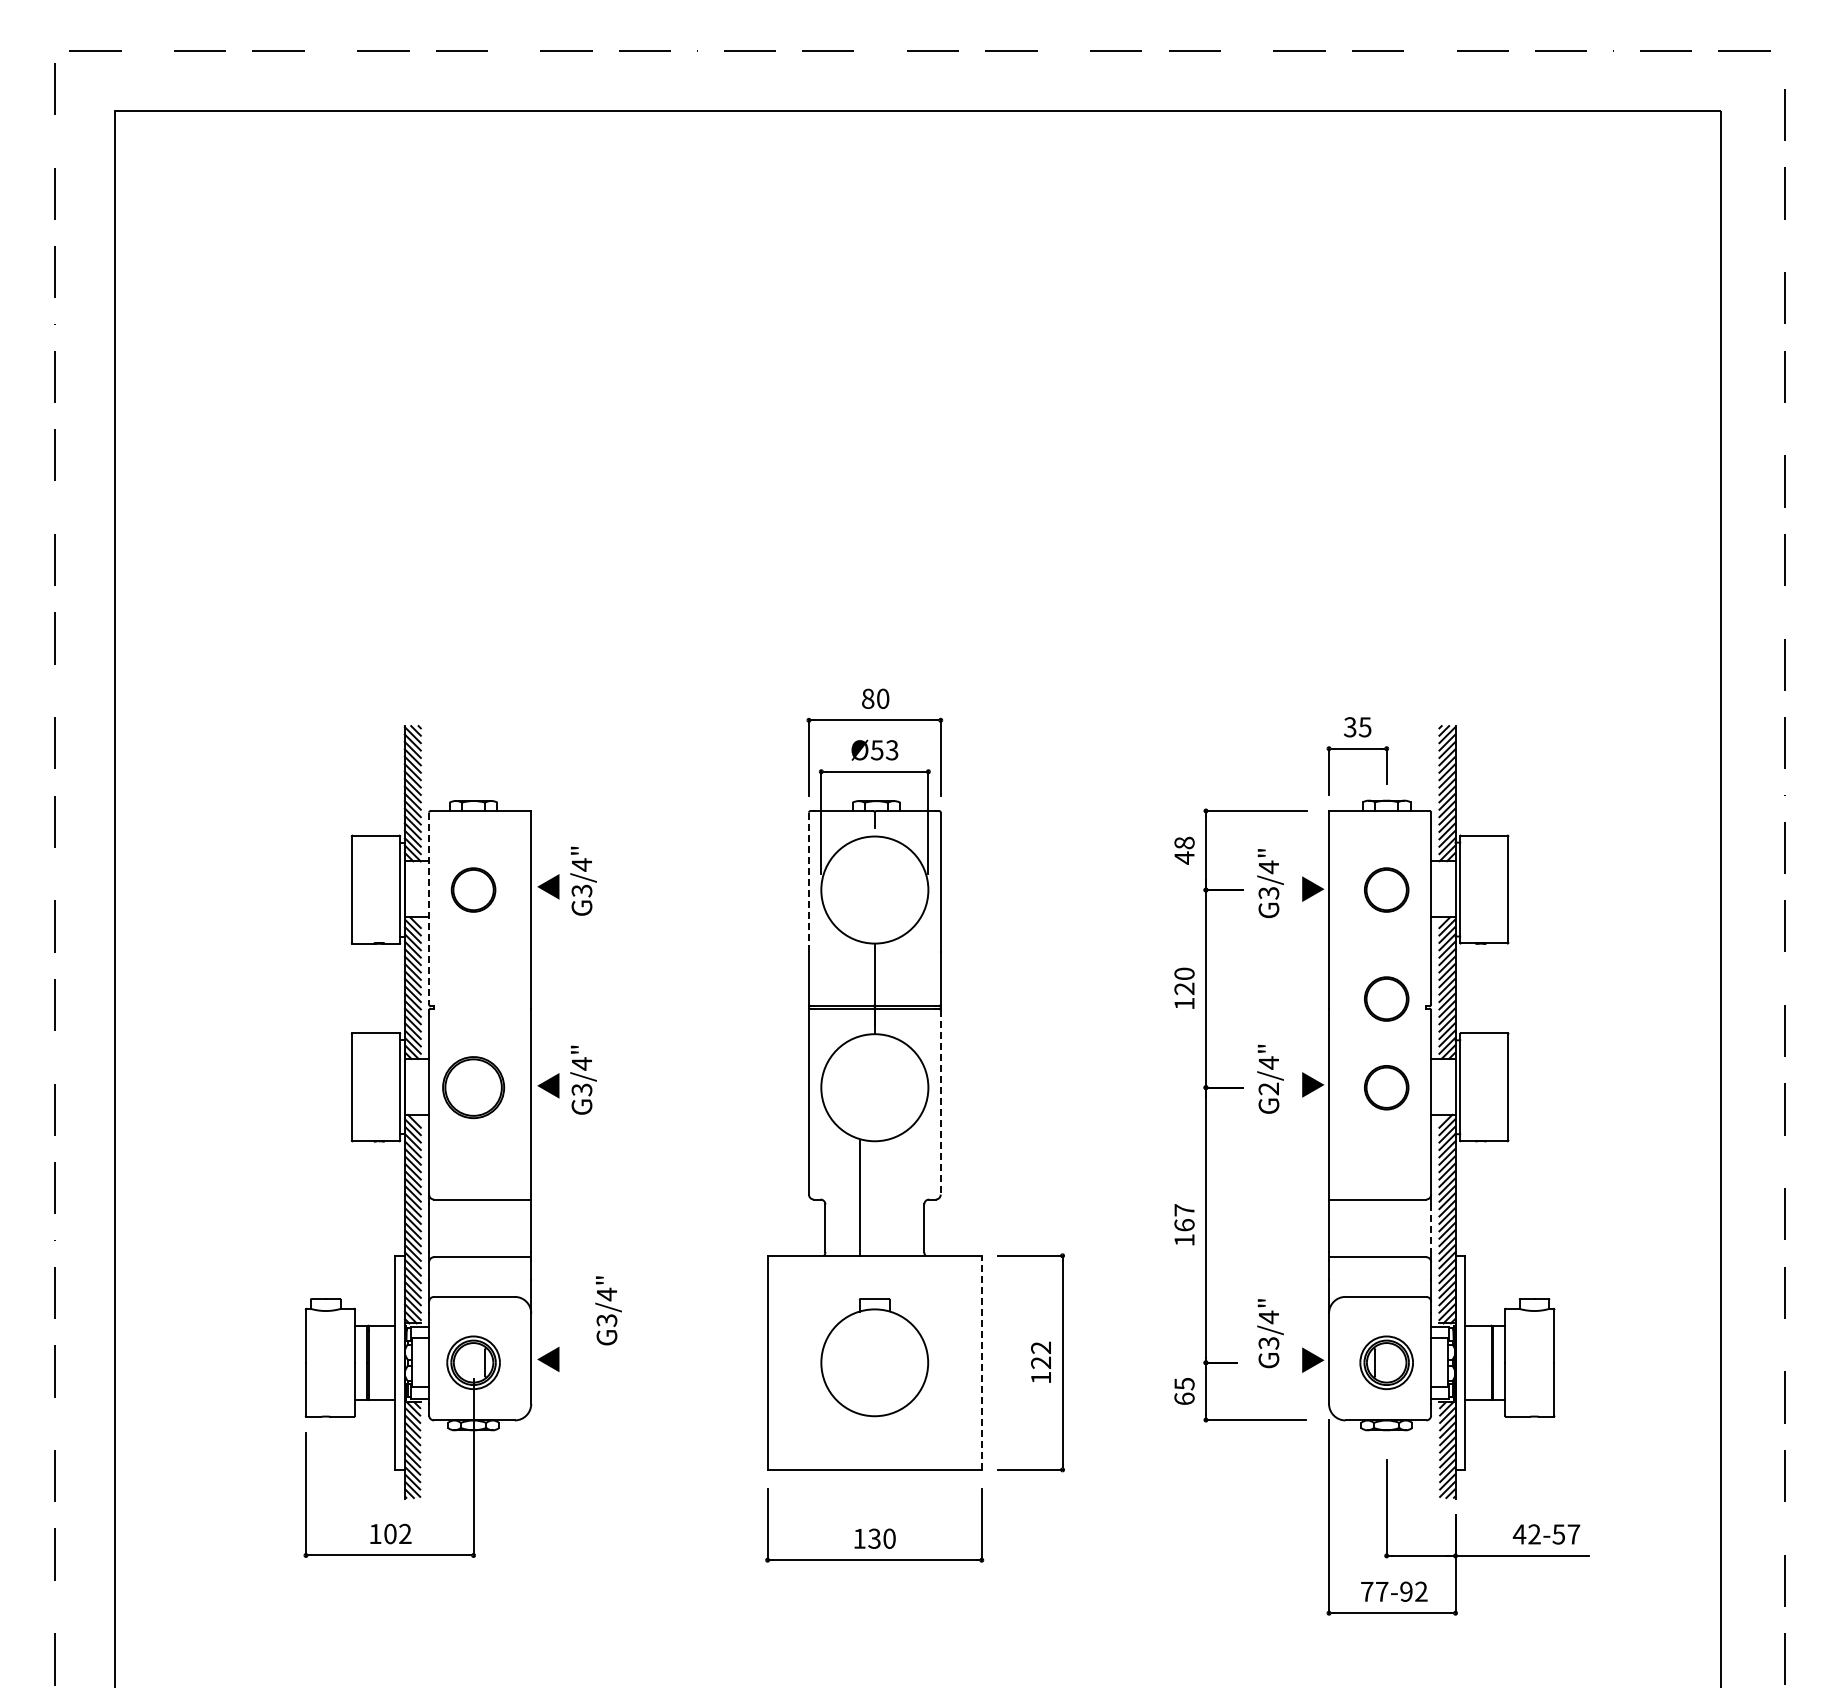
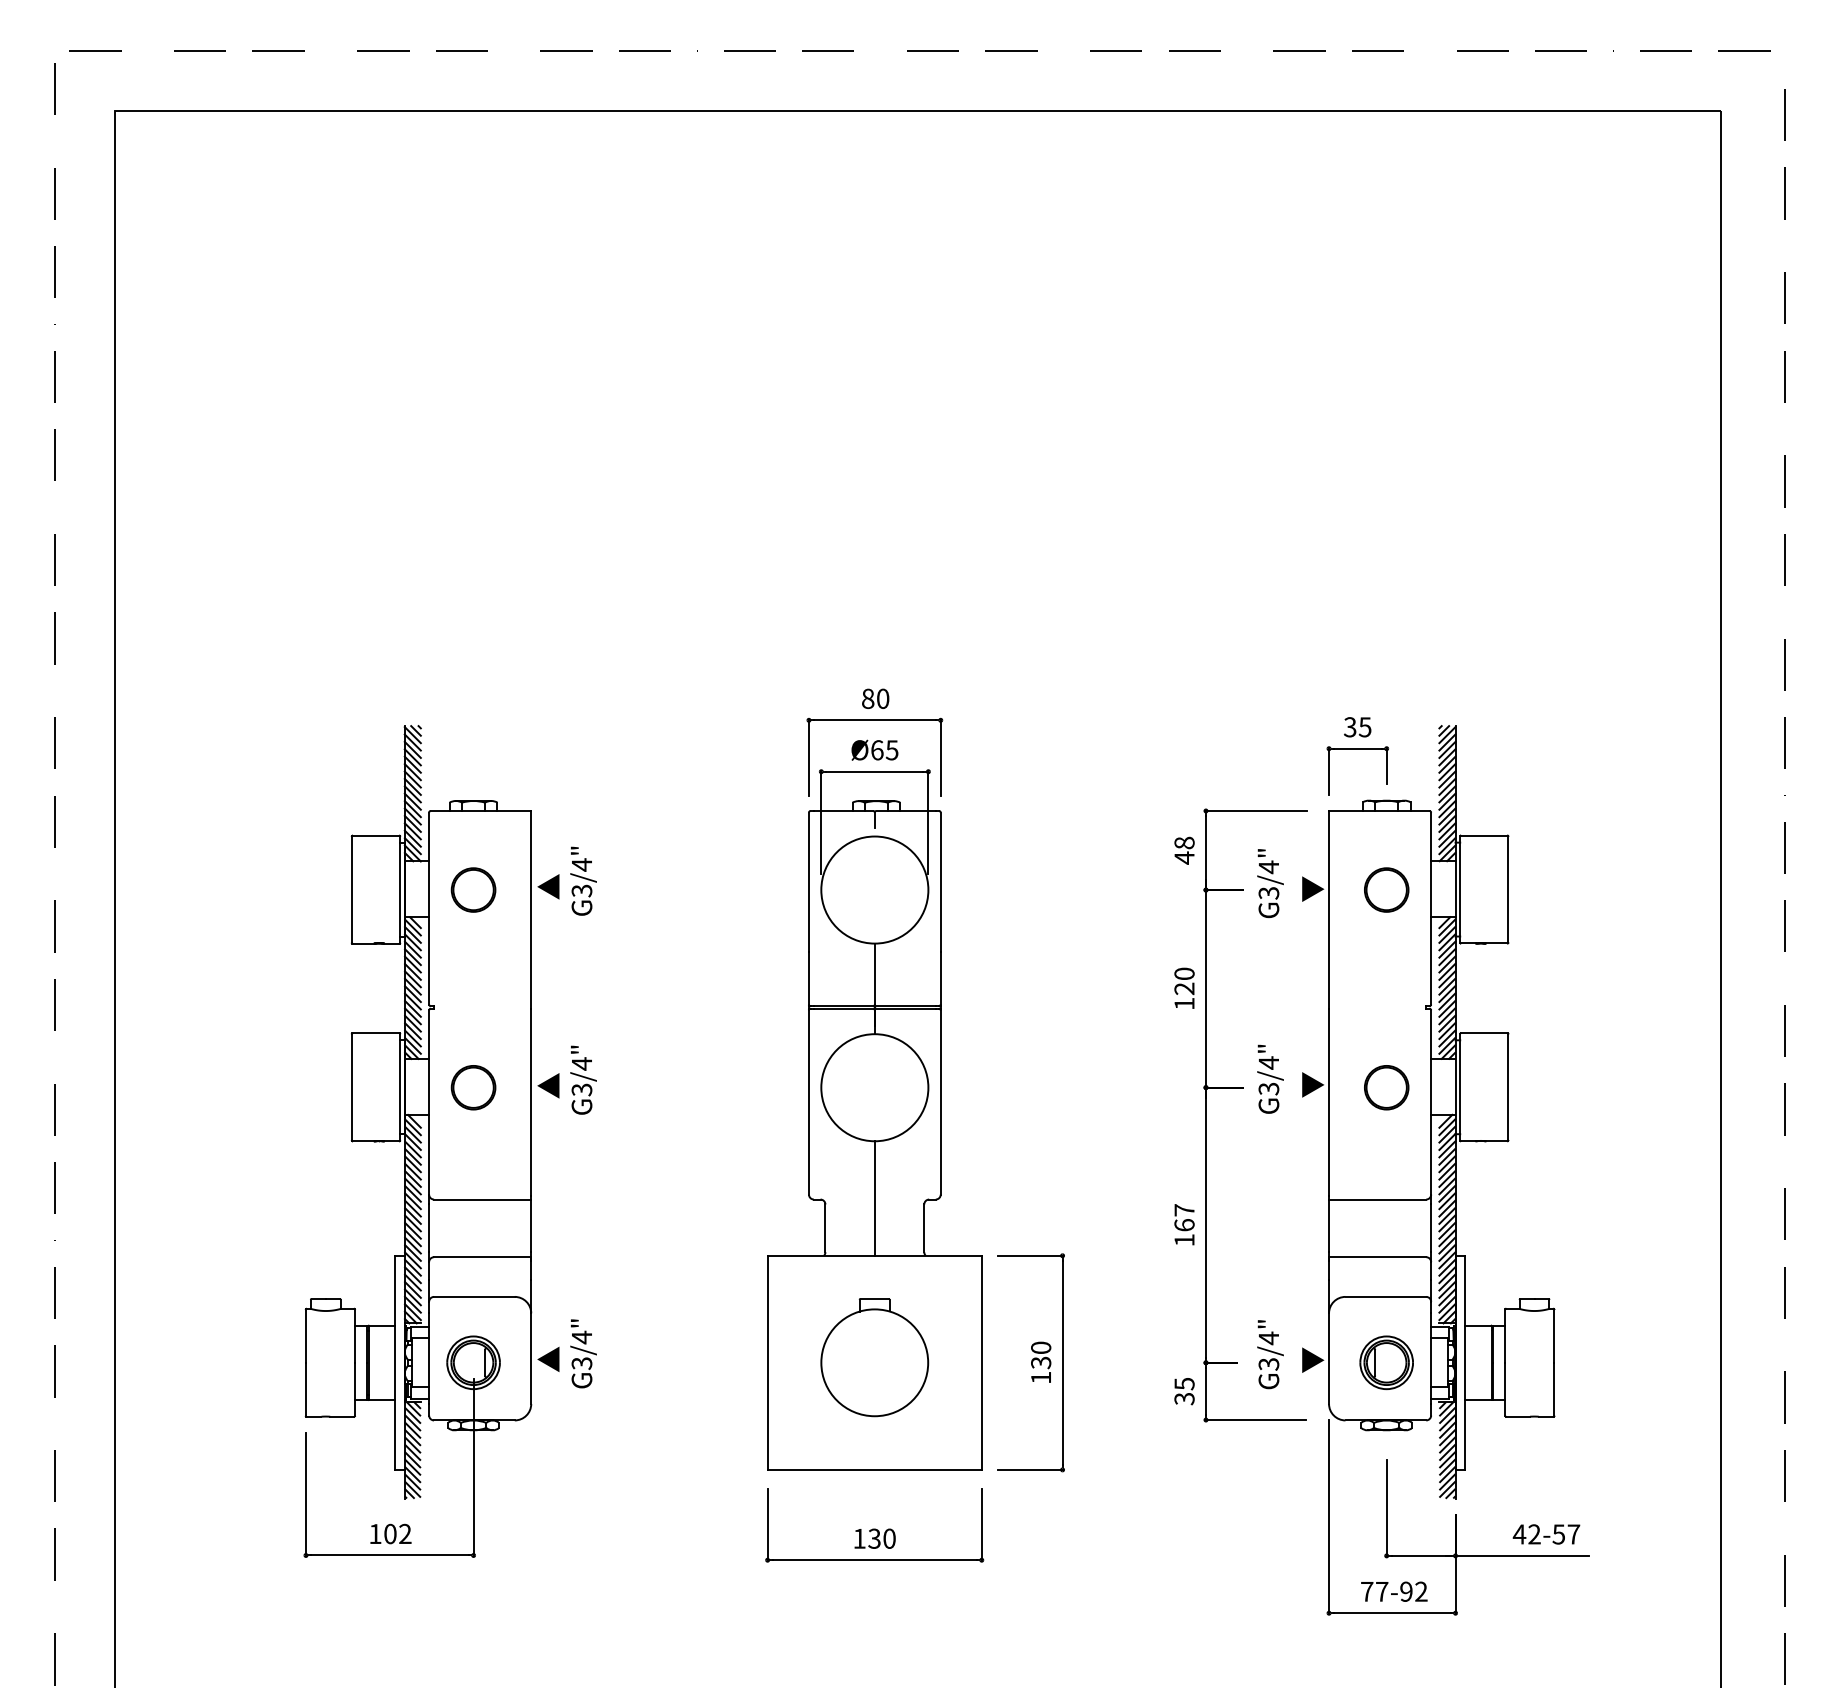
text at (884, 750): Ø53 -> Ø65
line at (808, 882): dashed -> solid
line at (429, 908): dashed -> solid
part at (1386, 998): present -> none
part at (473, 1087) size: 64x64 px -> 47x46 px
text at (1269, 1088): G2/4" -> G3/4"
line at (940, 1102): dashed -> solid
line at (859, 1198) position: (859, 1198) -> (874, 1198)
line at (1431, 1228): dashed -> solid
text at (608, 1310) position: (608, 1310) -> (583, 1353)
text at (1270, 1333) position: (1270, 1333) -> (1270, 1354)
text at (1041, 1355): 122 -> 130
line at (981, 1362): dashed -> solid
text at (1184, 1398): 65 -> 35
